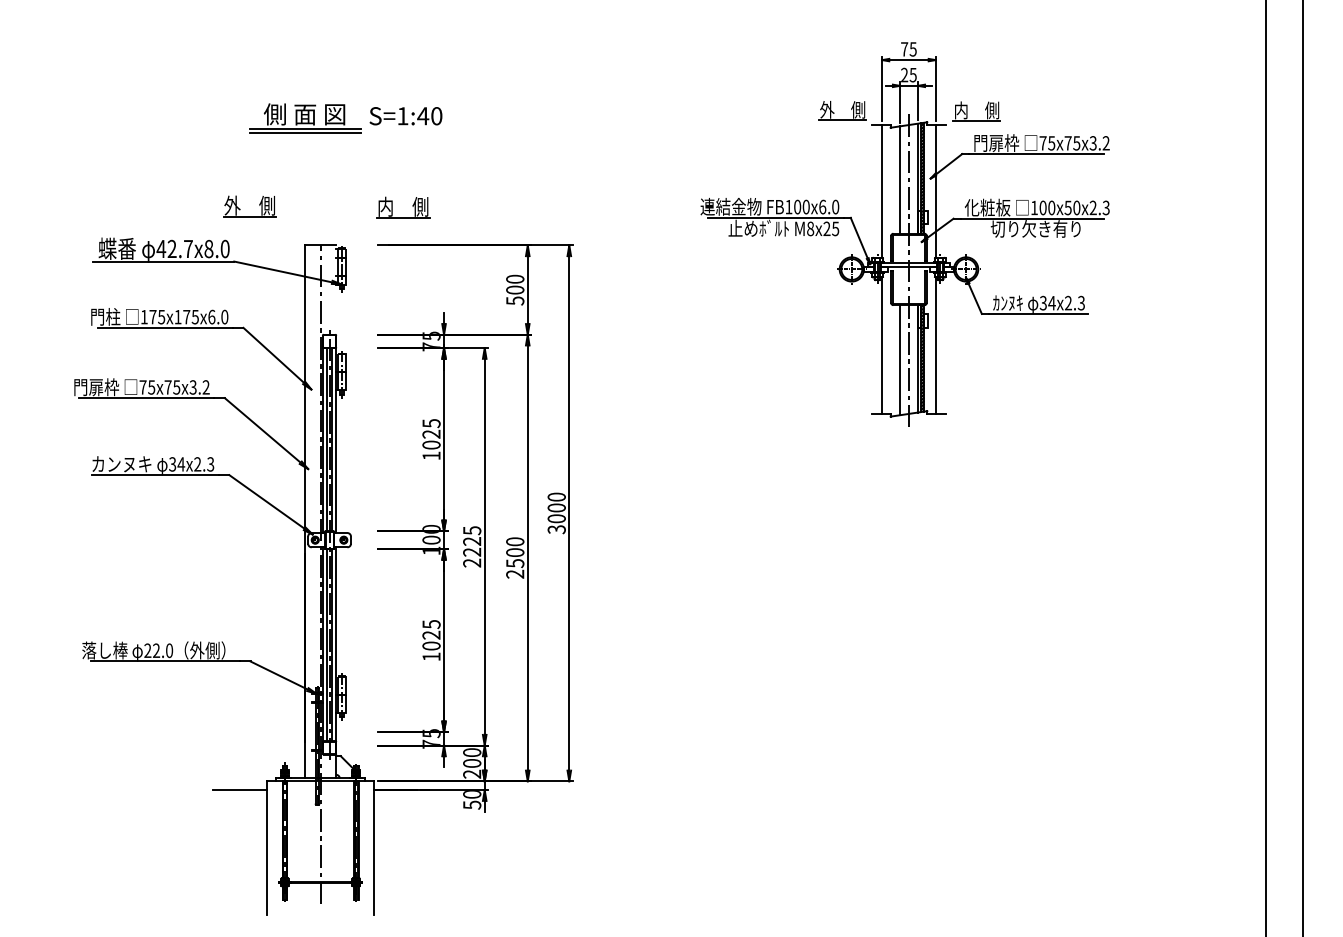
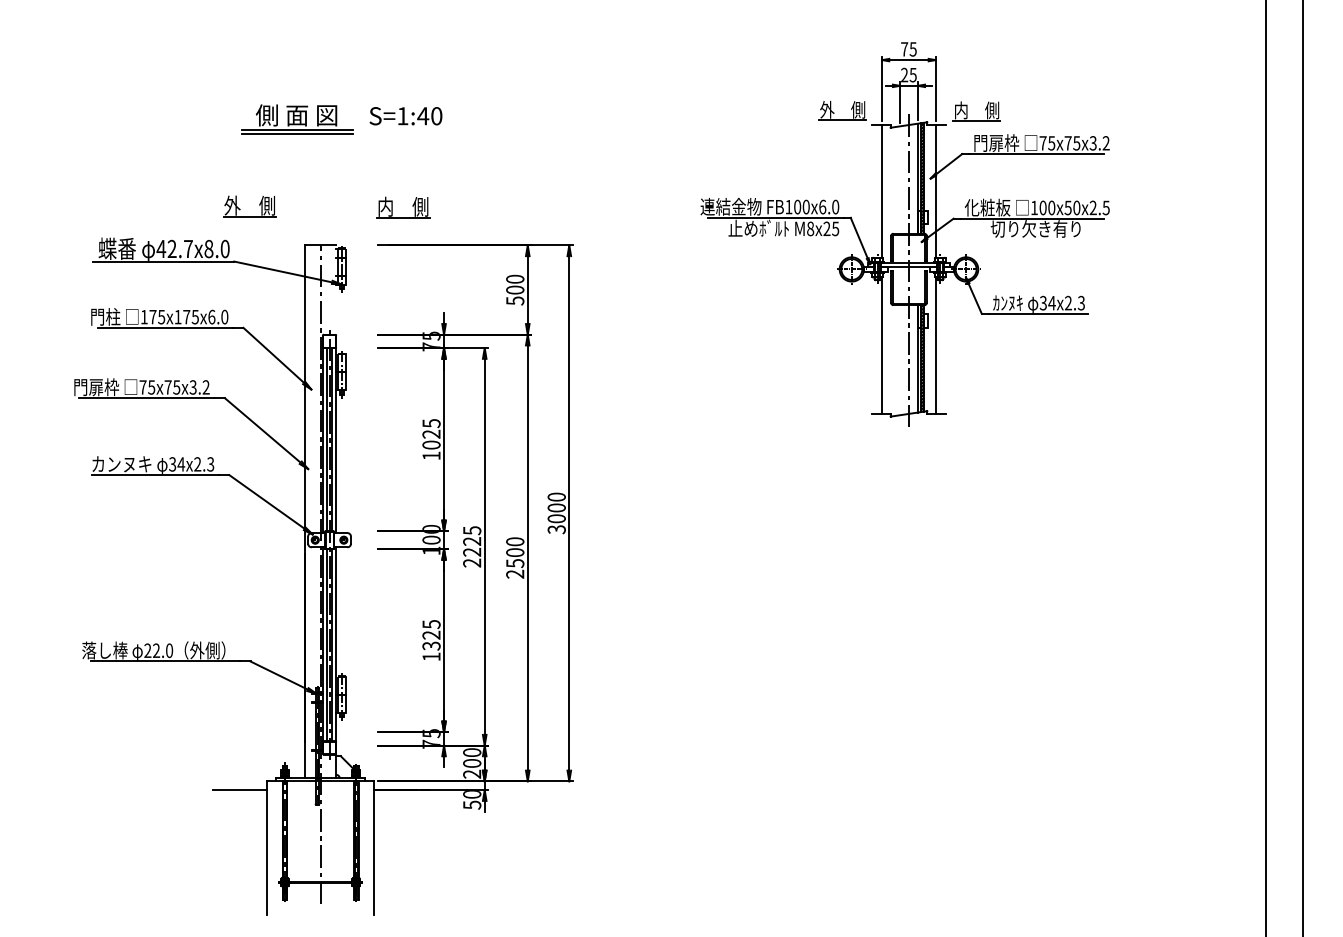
part at (305, 118) position: (305, 118) -> (297, 119)
line at (900, 179): present -> none
text at (1106, 207): 100x50x2.3 -> 100x50x2.5
line at (900, 360): present -> none
text at (431, 645): 1025 -> 1325
